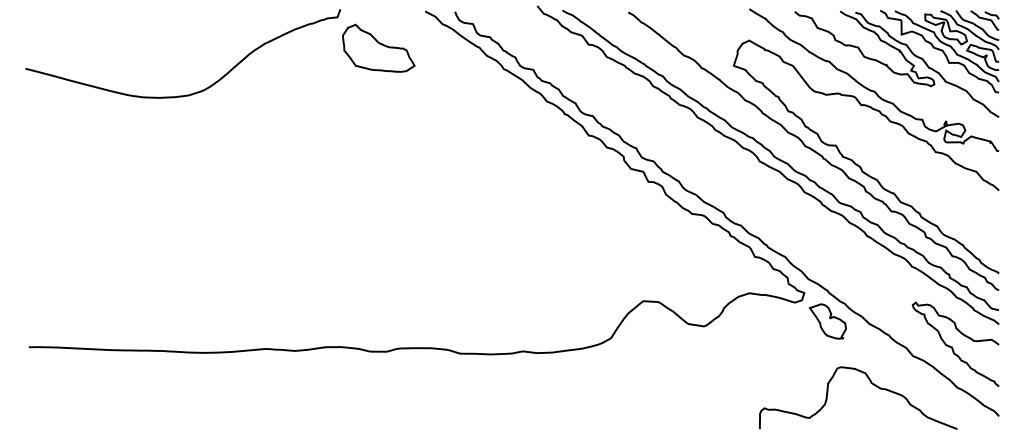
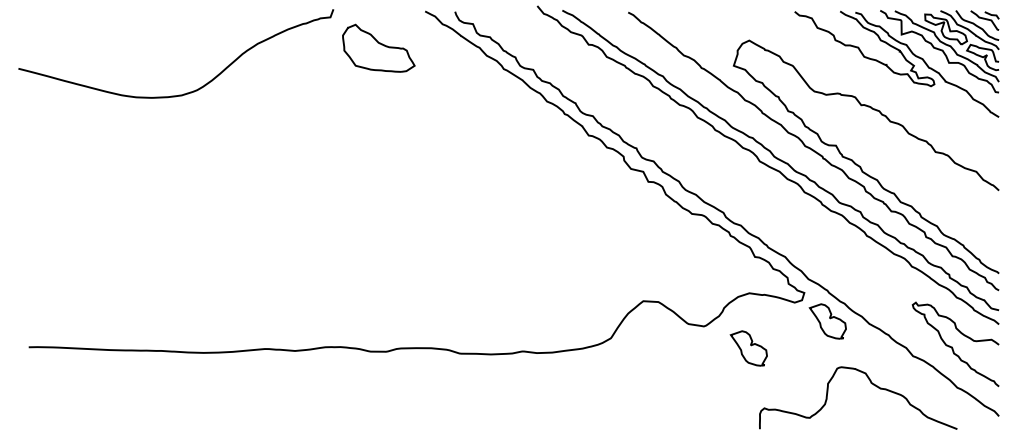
curve at (869, 88): present -> none
curve at (197, 91) position: (197, 91) -> (190, 91)
part at (748, 348): none -> present
